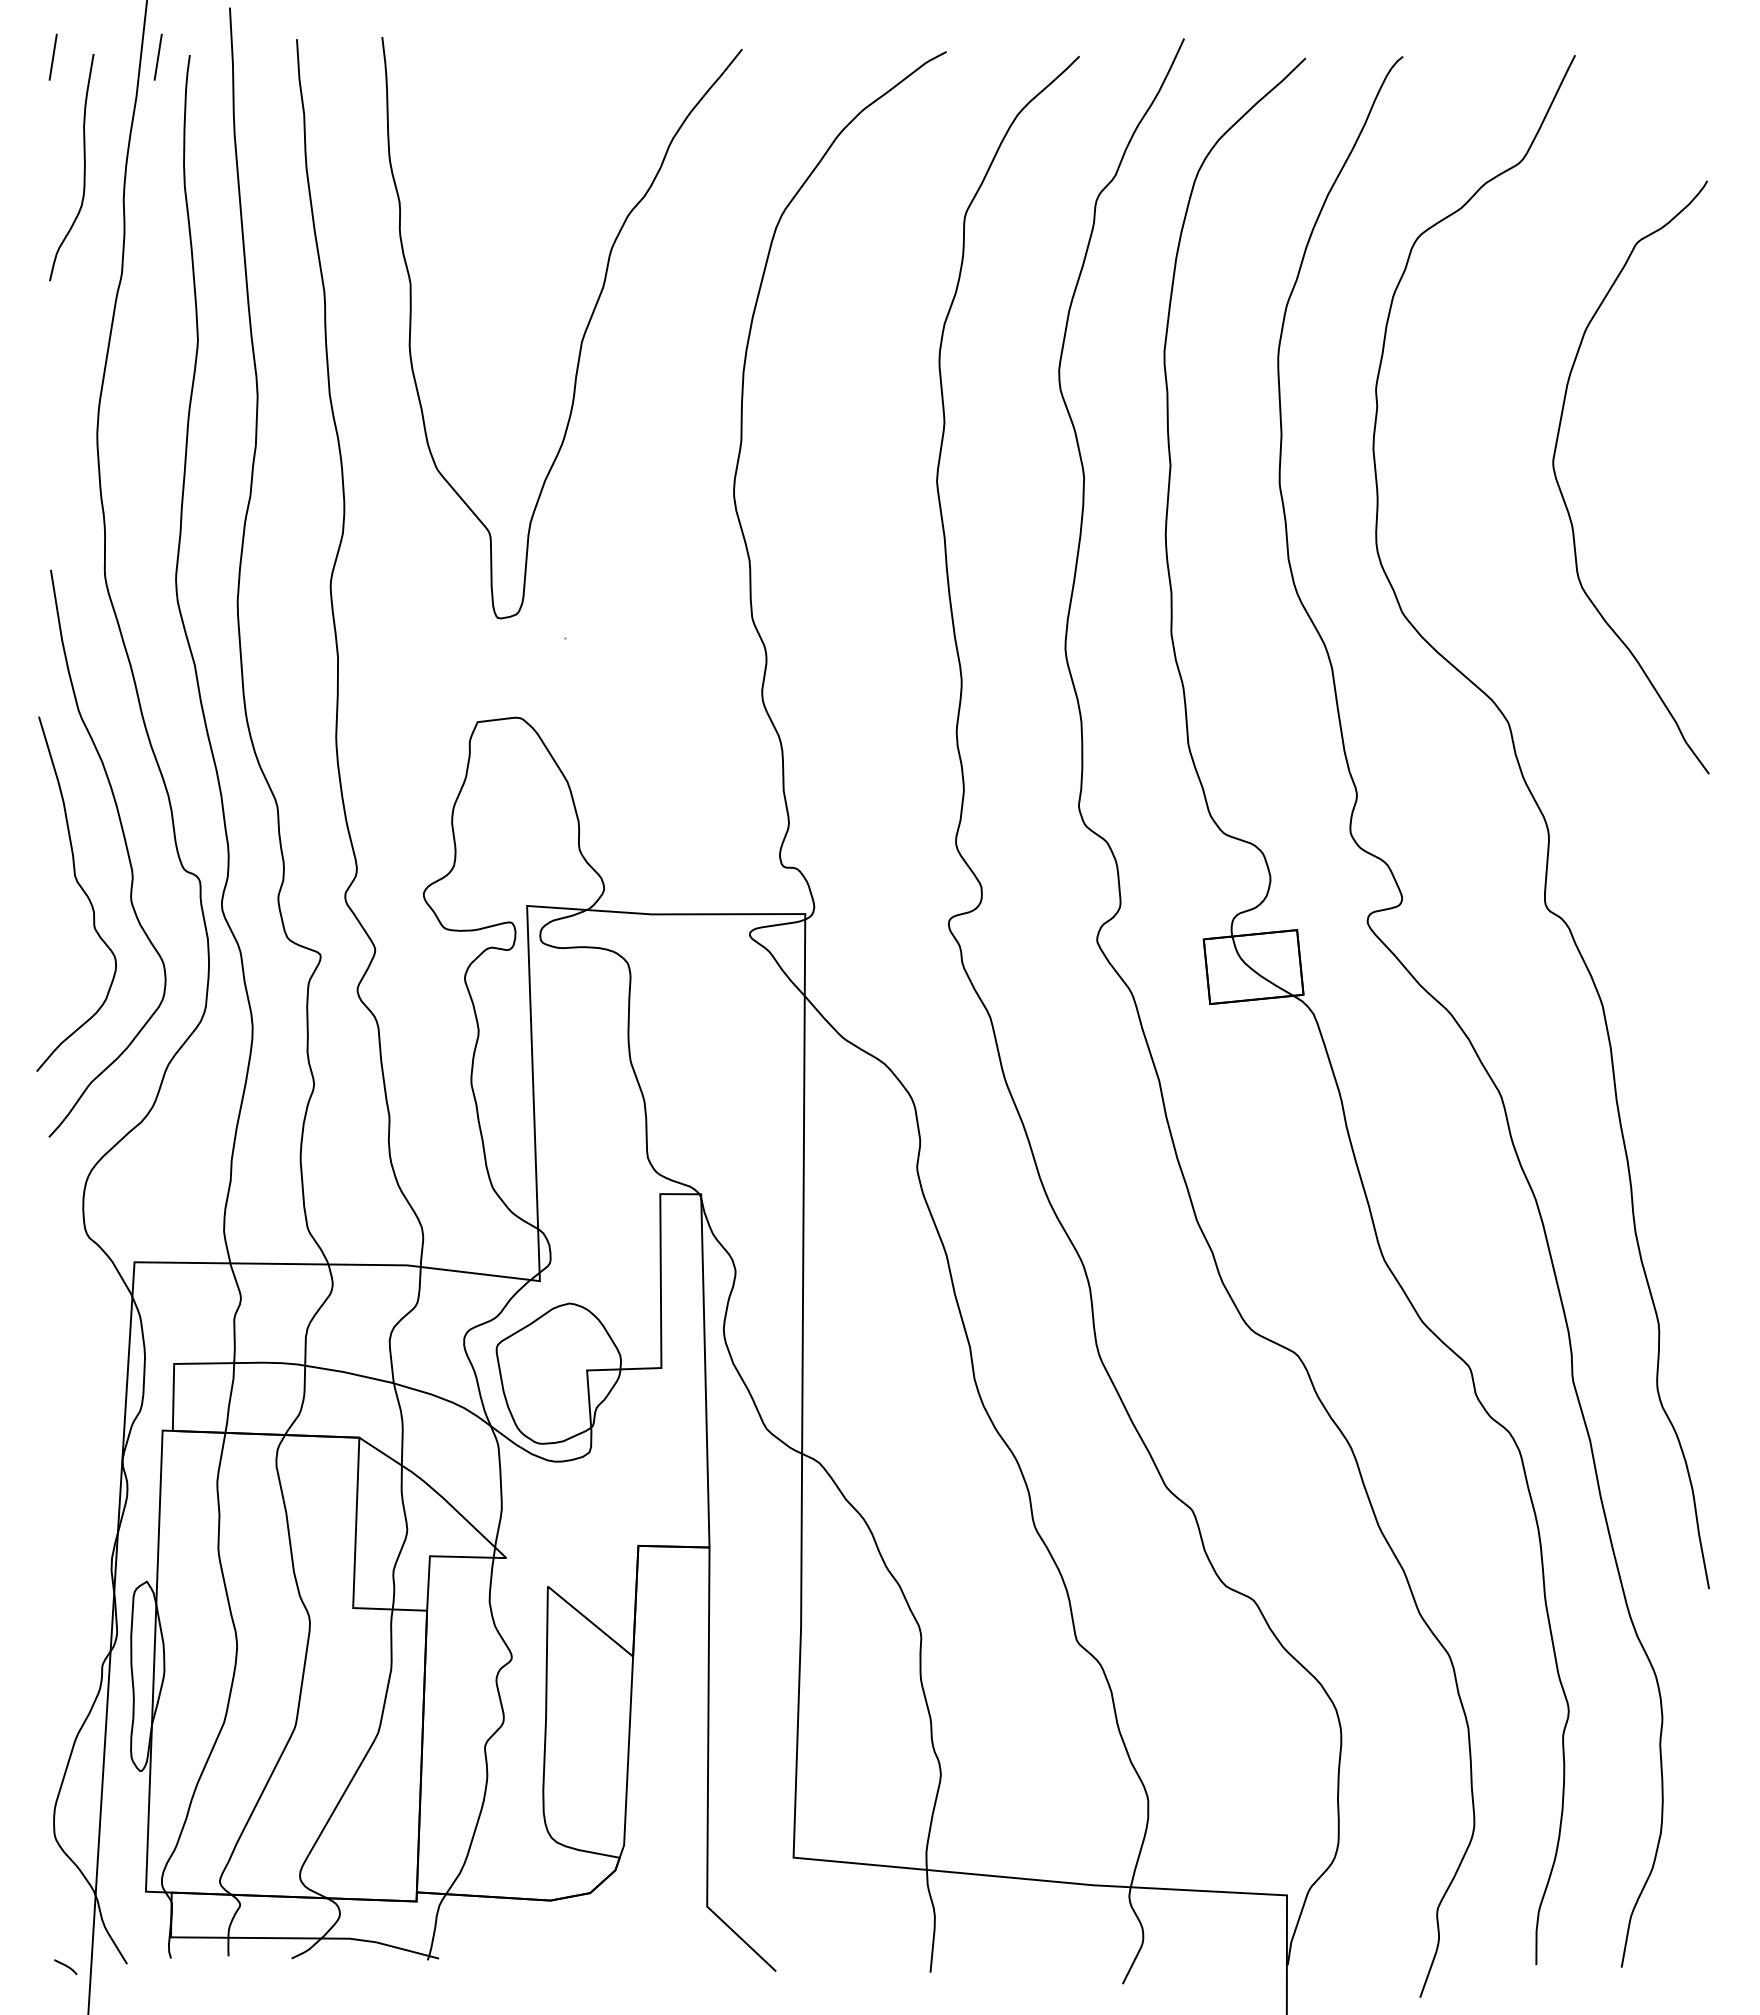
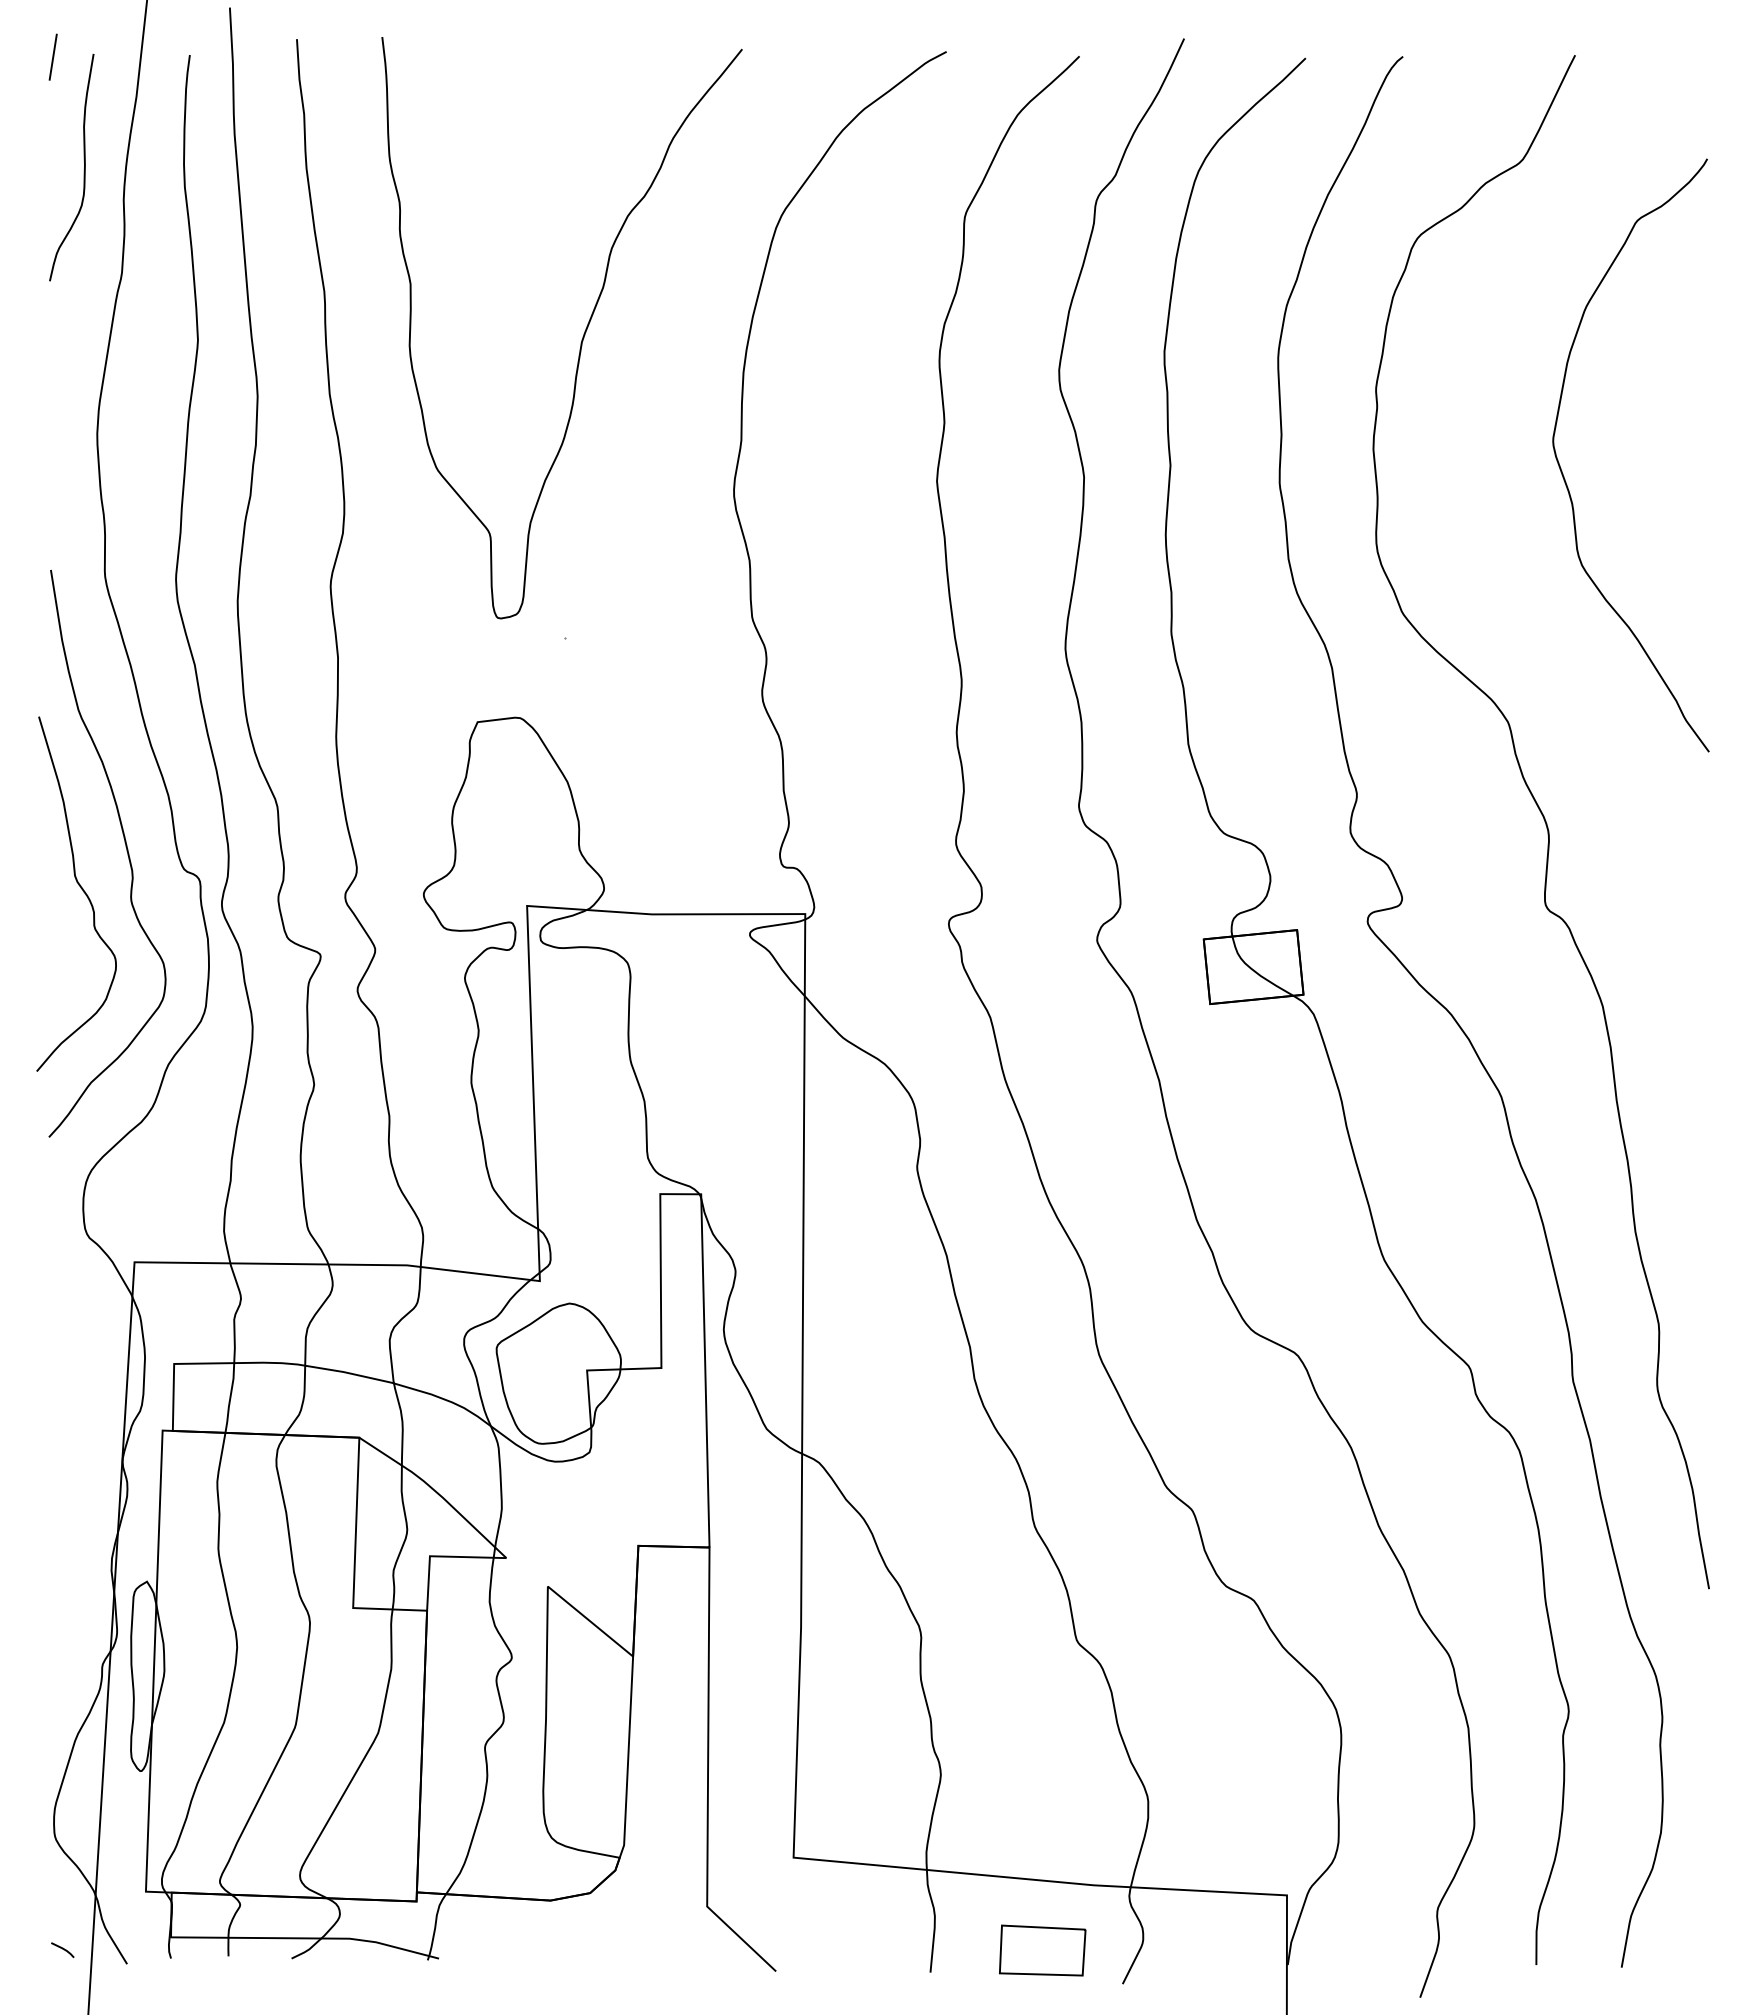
line at (157, 56): present -> none
curve at (1564, 498) position: (1564, 498) -> (1564, 476)
part at (1042, 1950): none -> present
line at (65, 1966) position: (65, 1966) -> (62, 1949)
